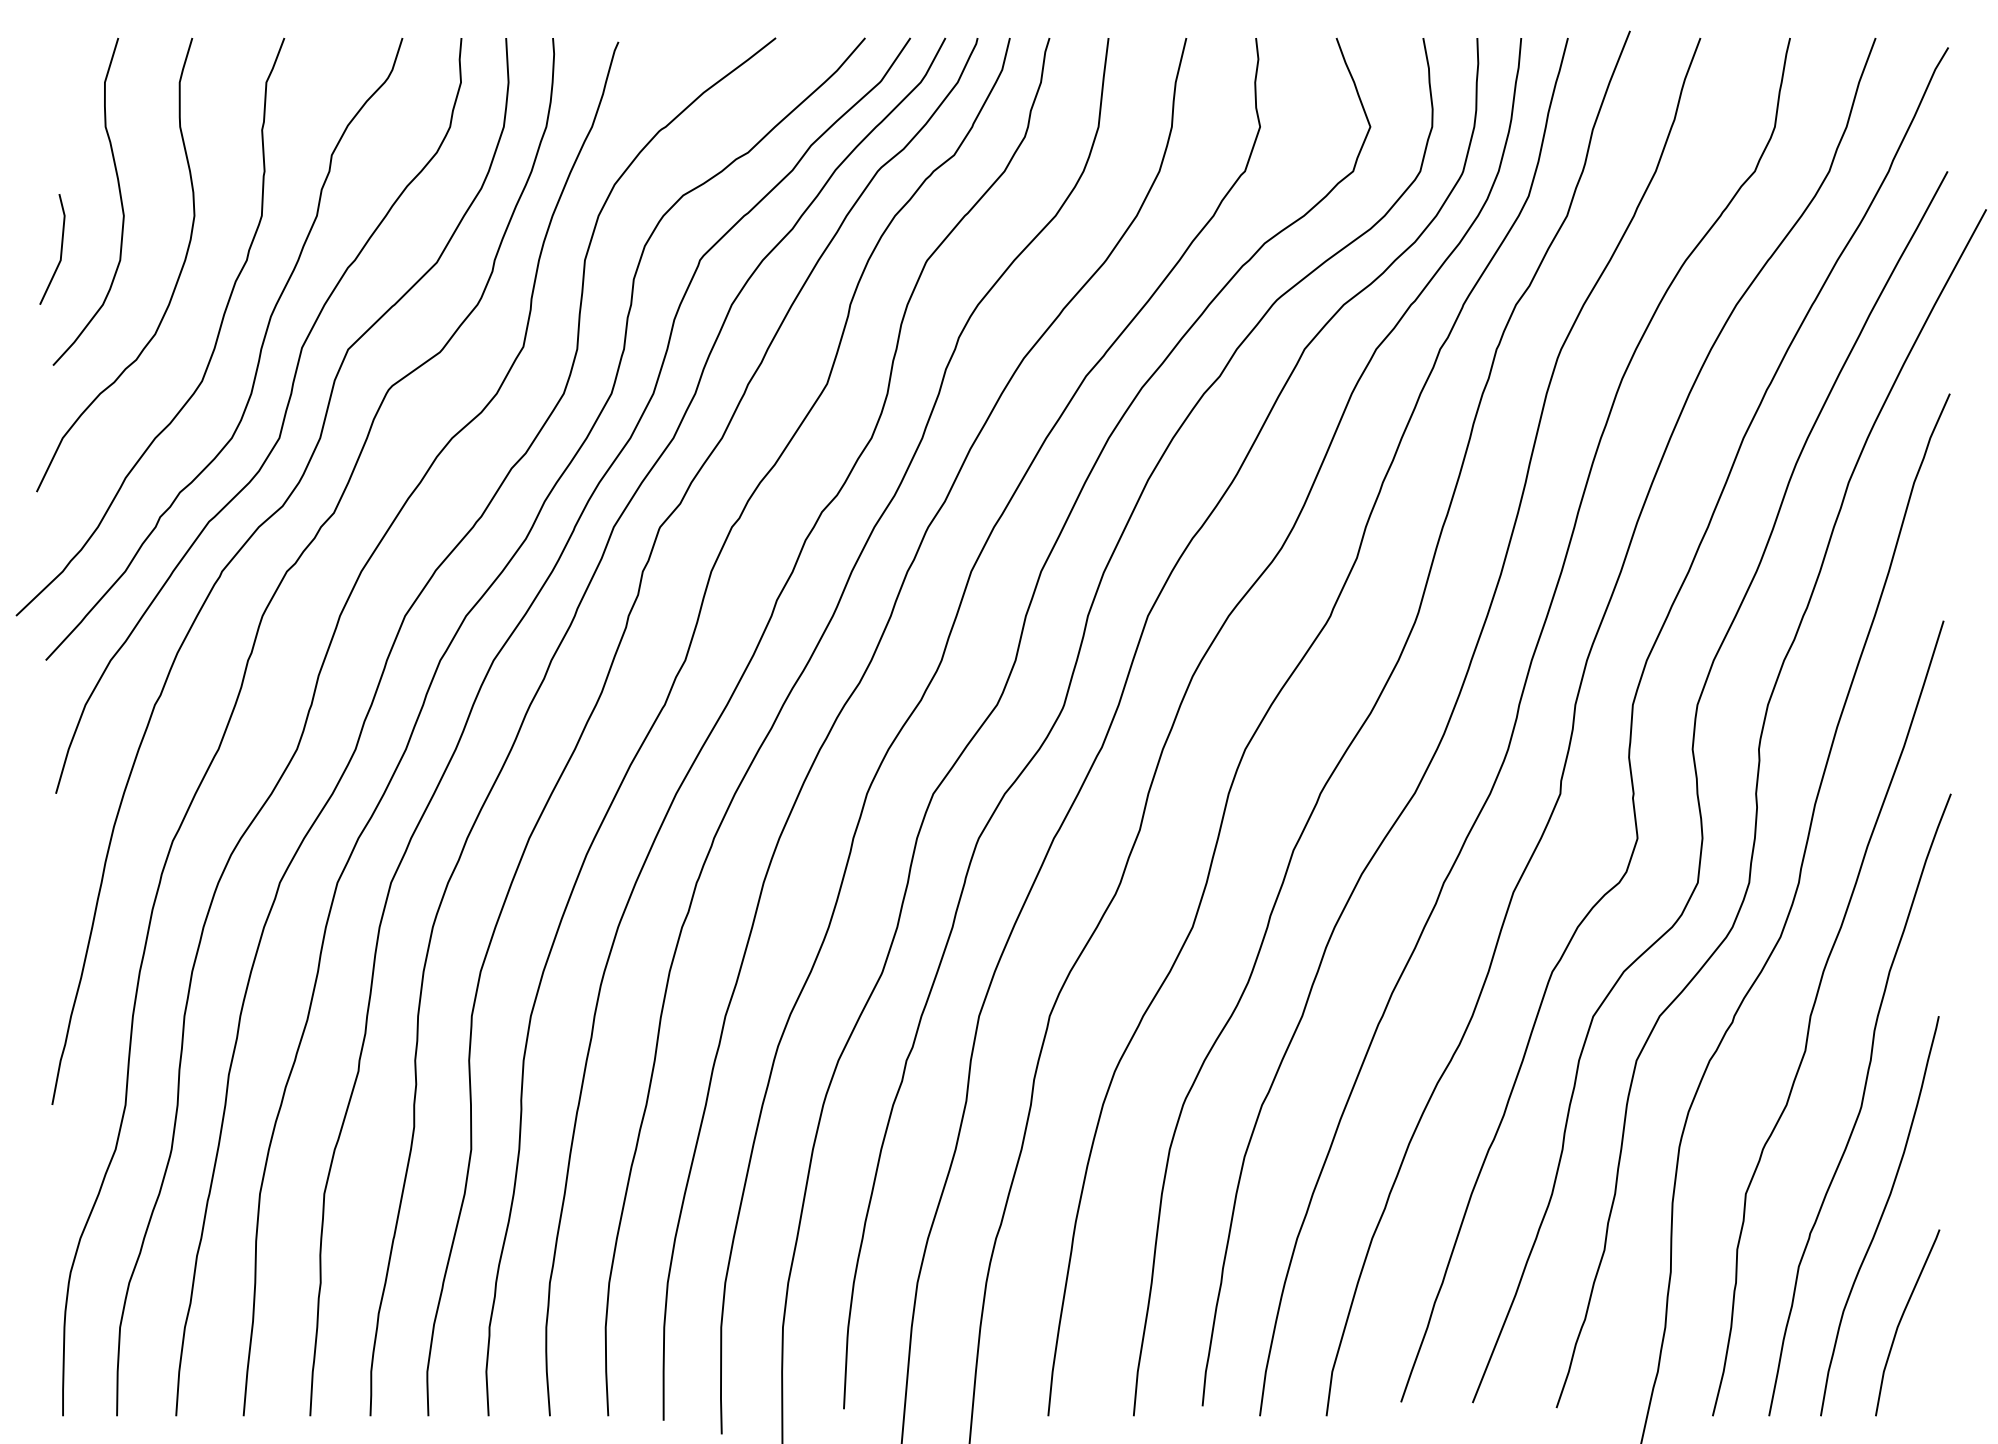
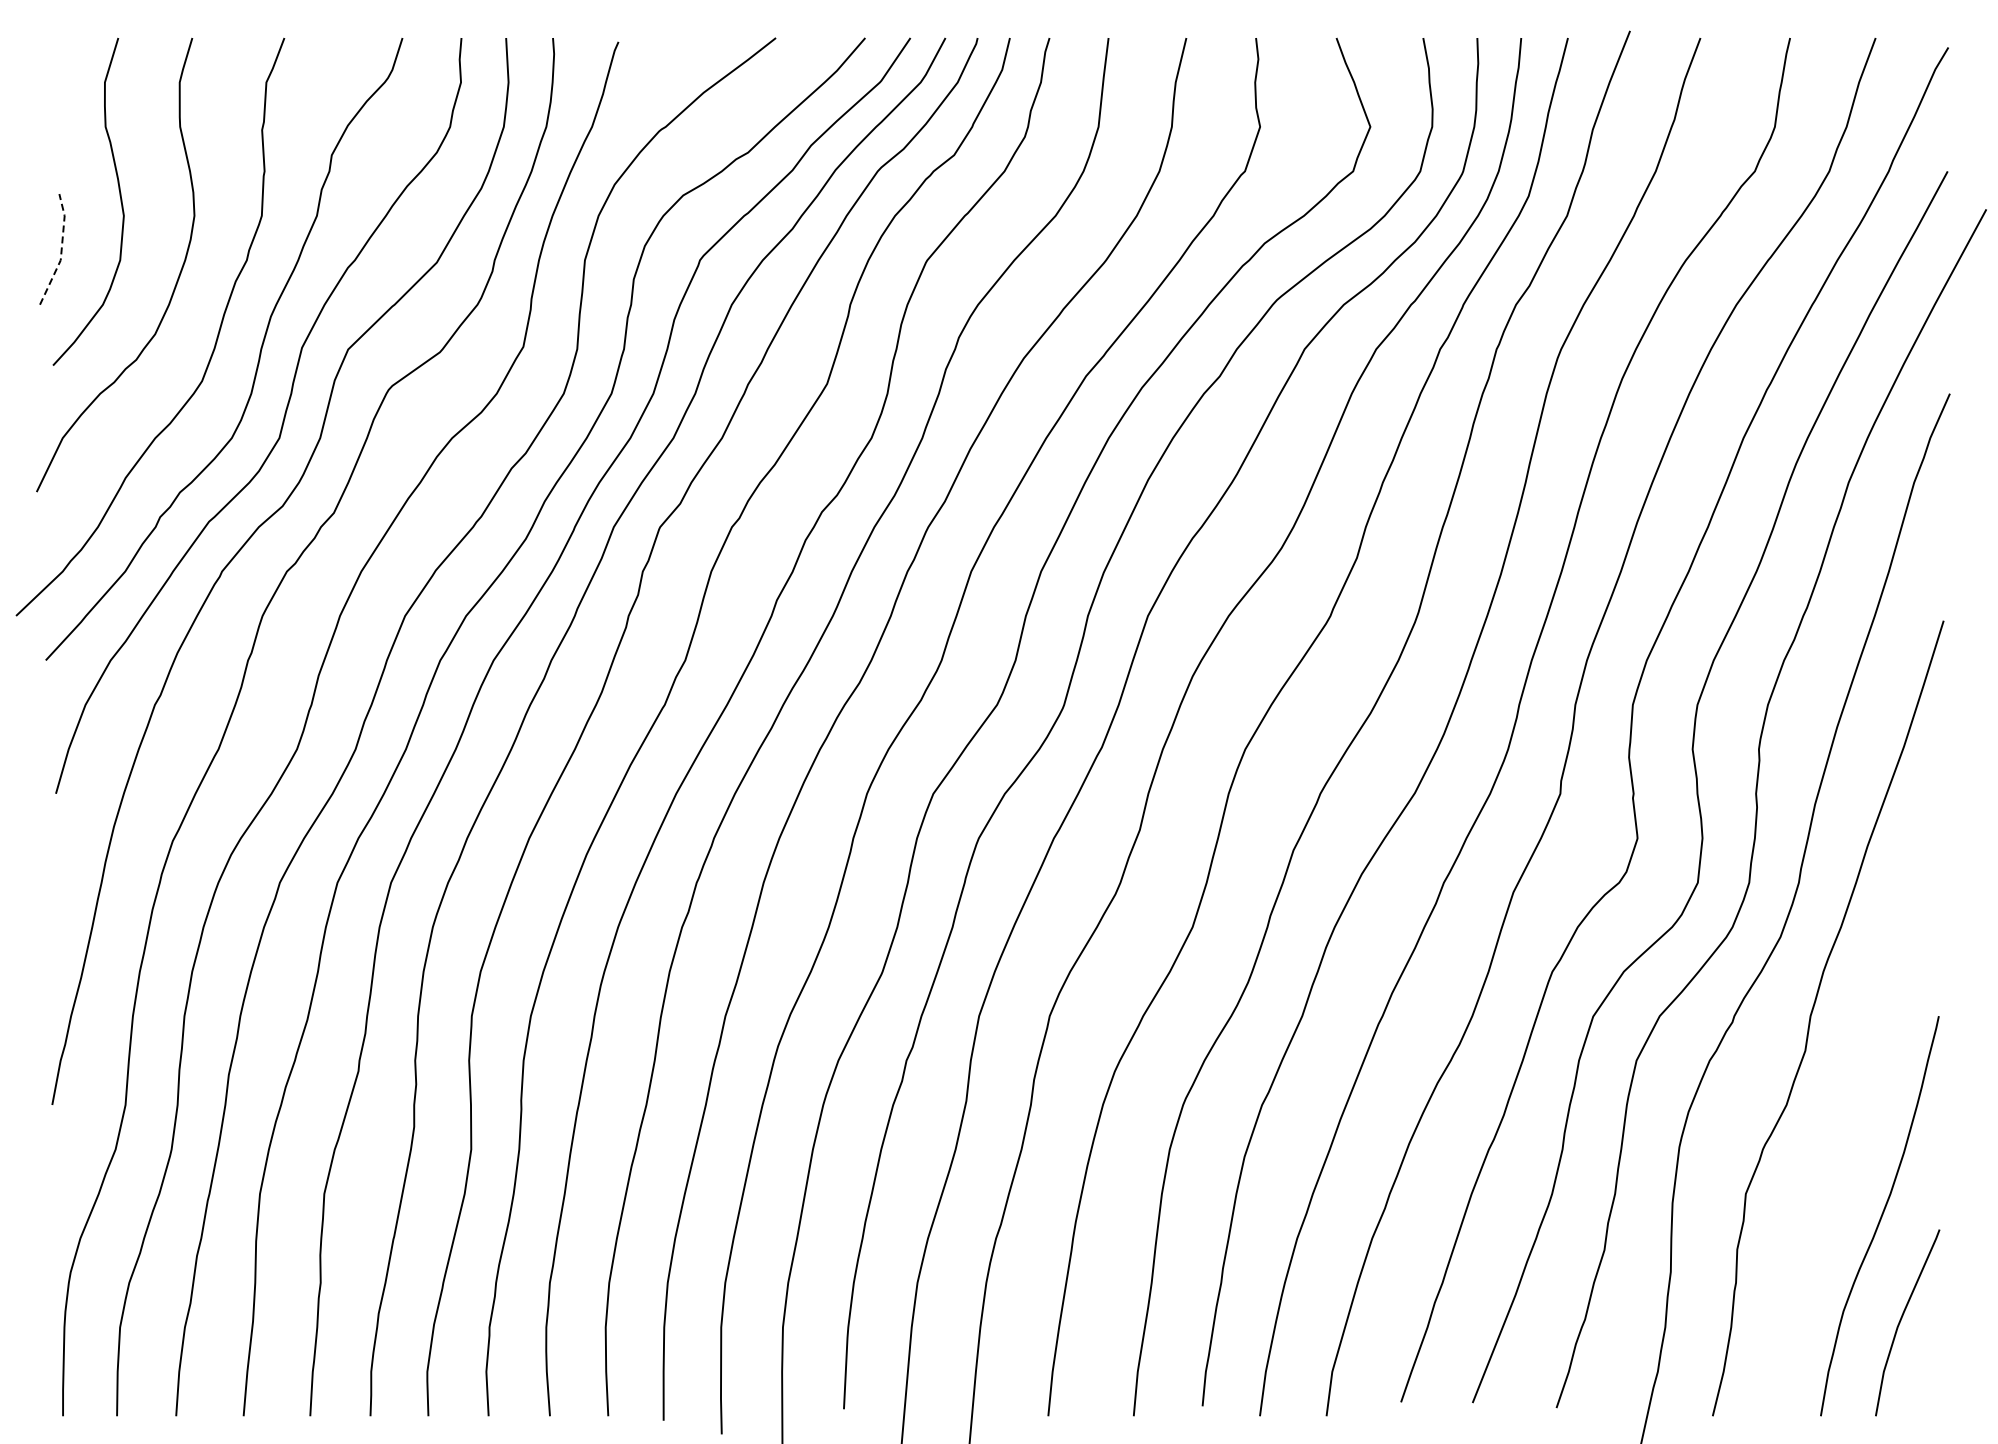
line at (61, 251): solid -> dashed
curve at (1860, 1104): present -> none
